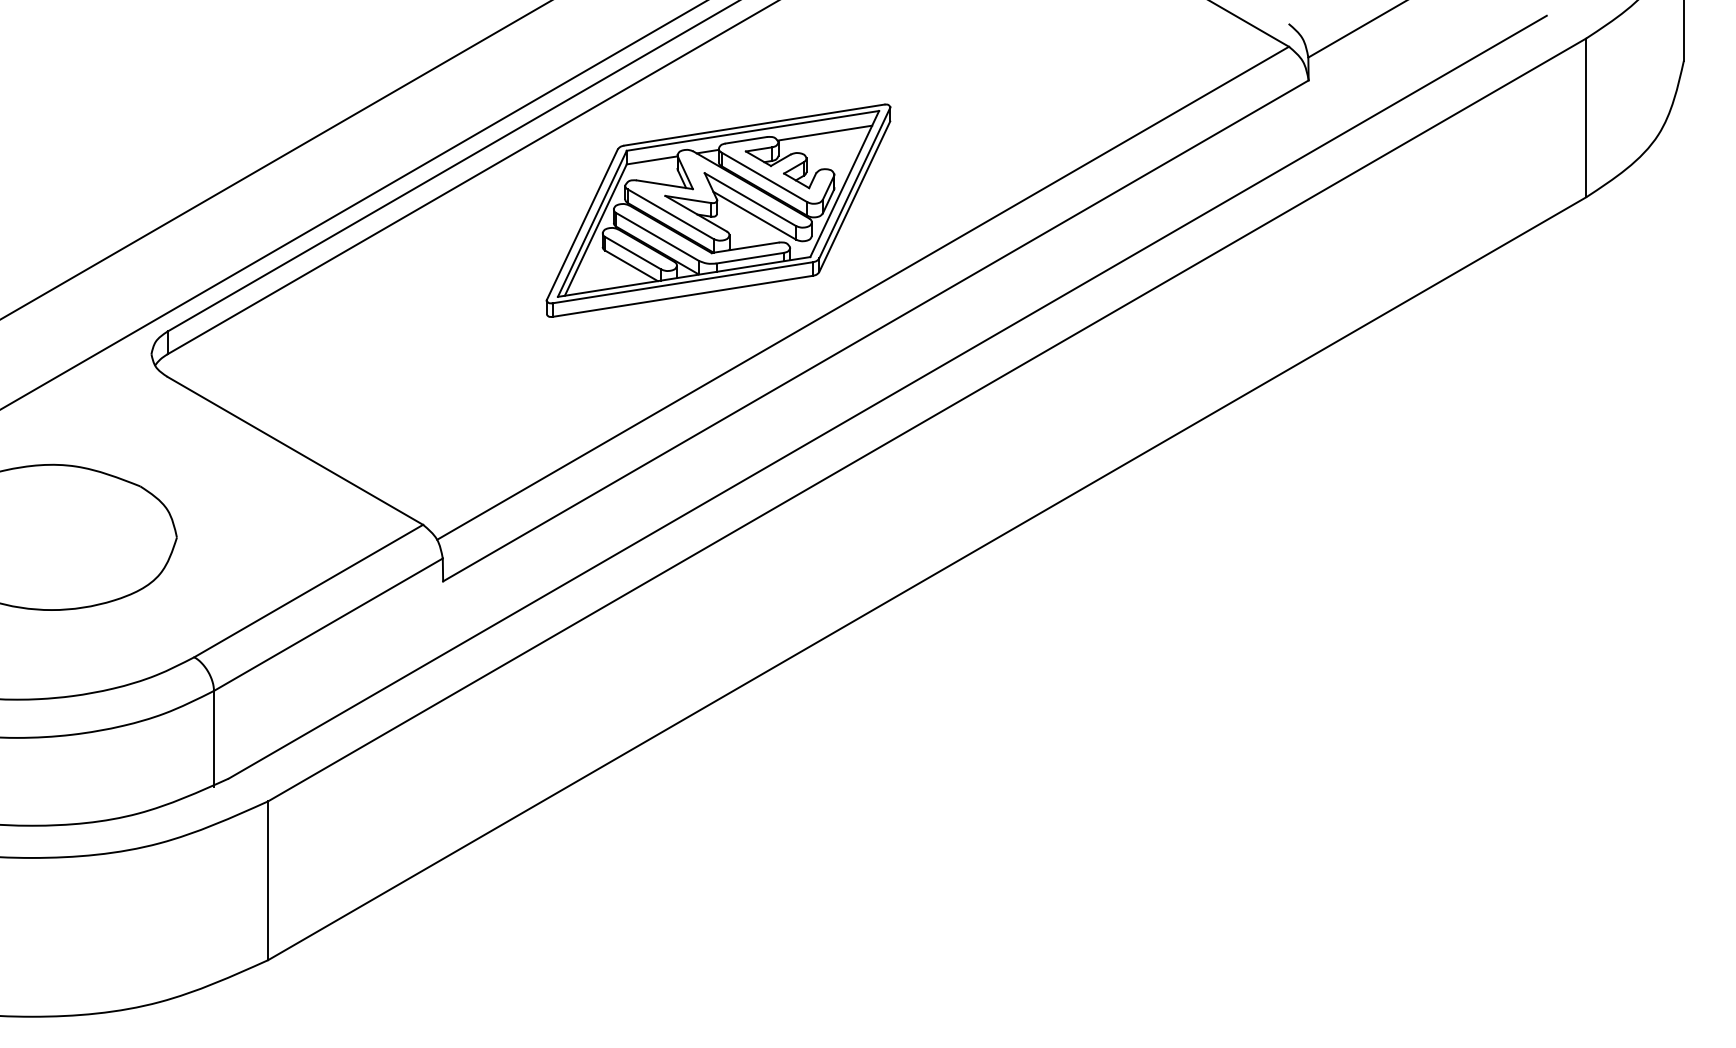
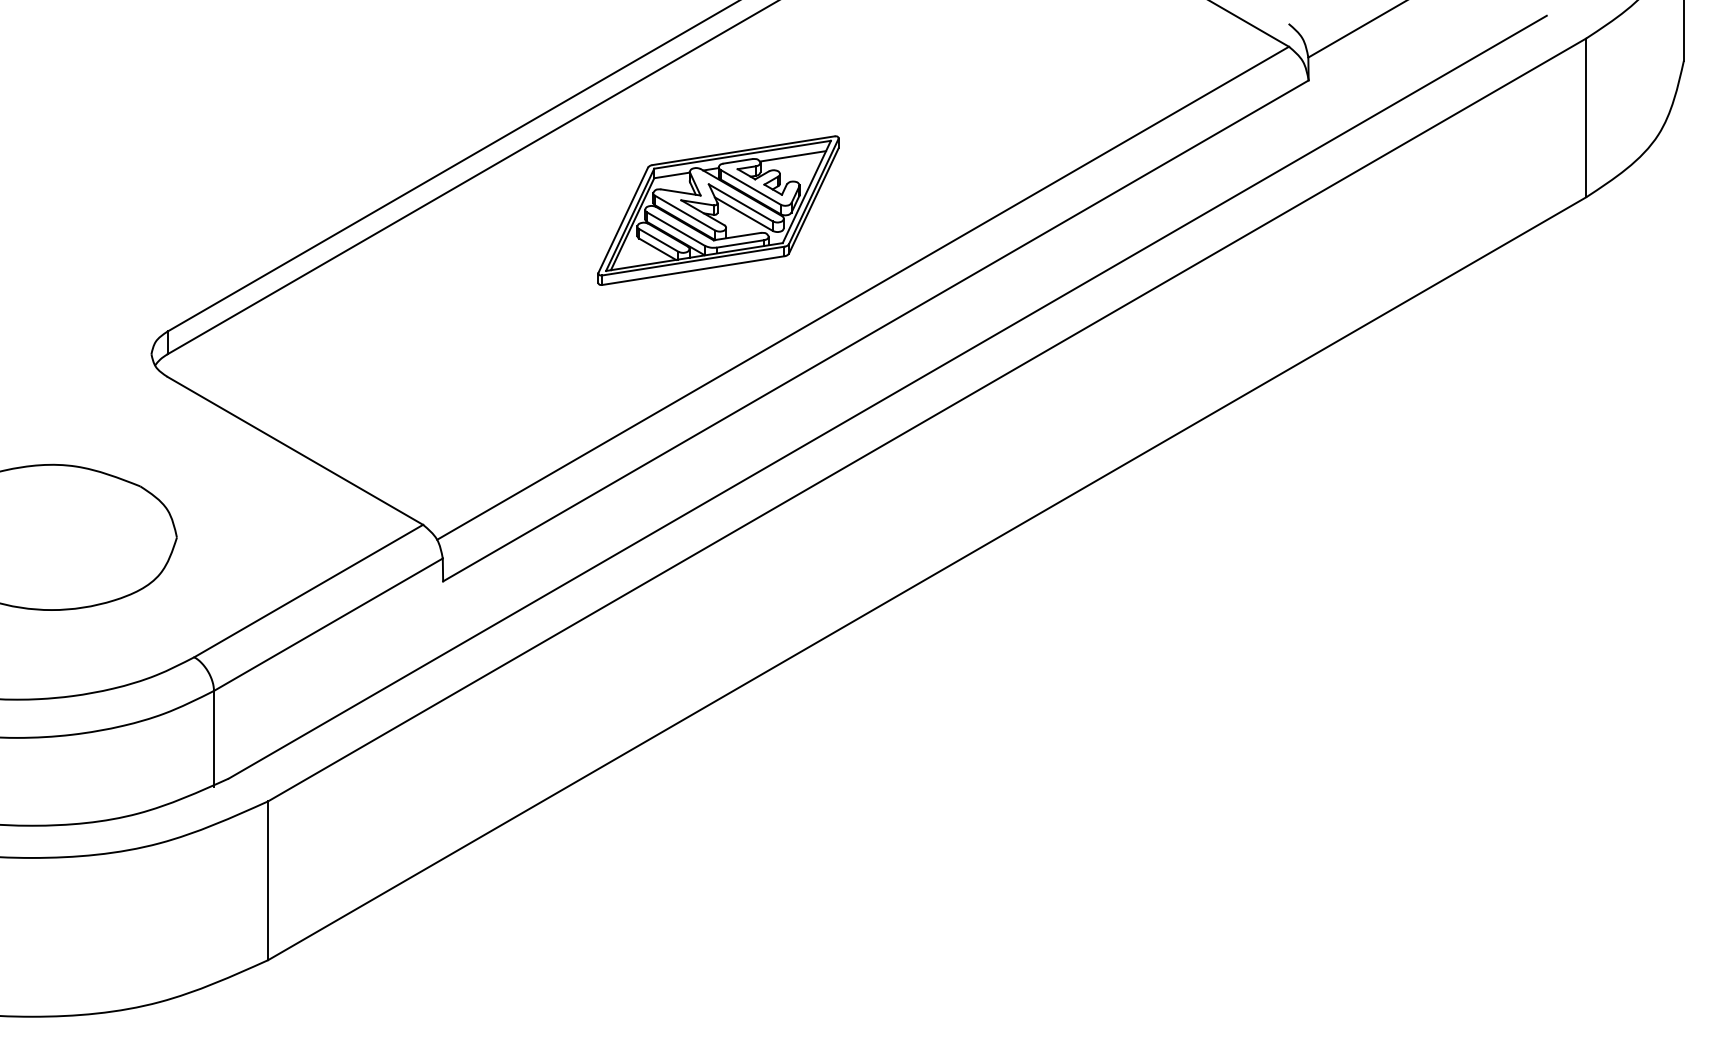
line at (275, 160): present -> none
line at (353, 205): present -> none
part at (718, 210) size: 347x215 px -> 243x151 px
